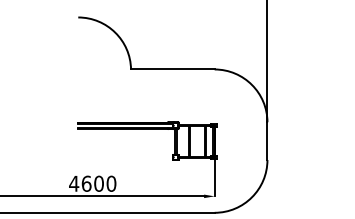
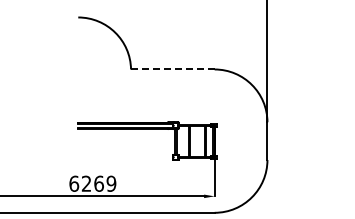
line at (172, 69): solid -> dashed
text at (92, 183): 4600 -> 6269
